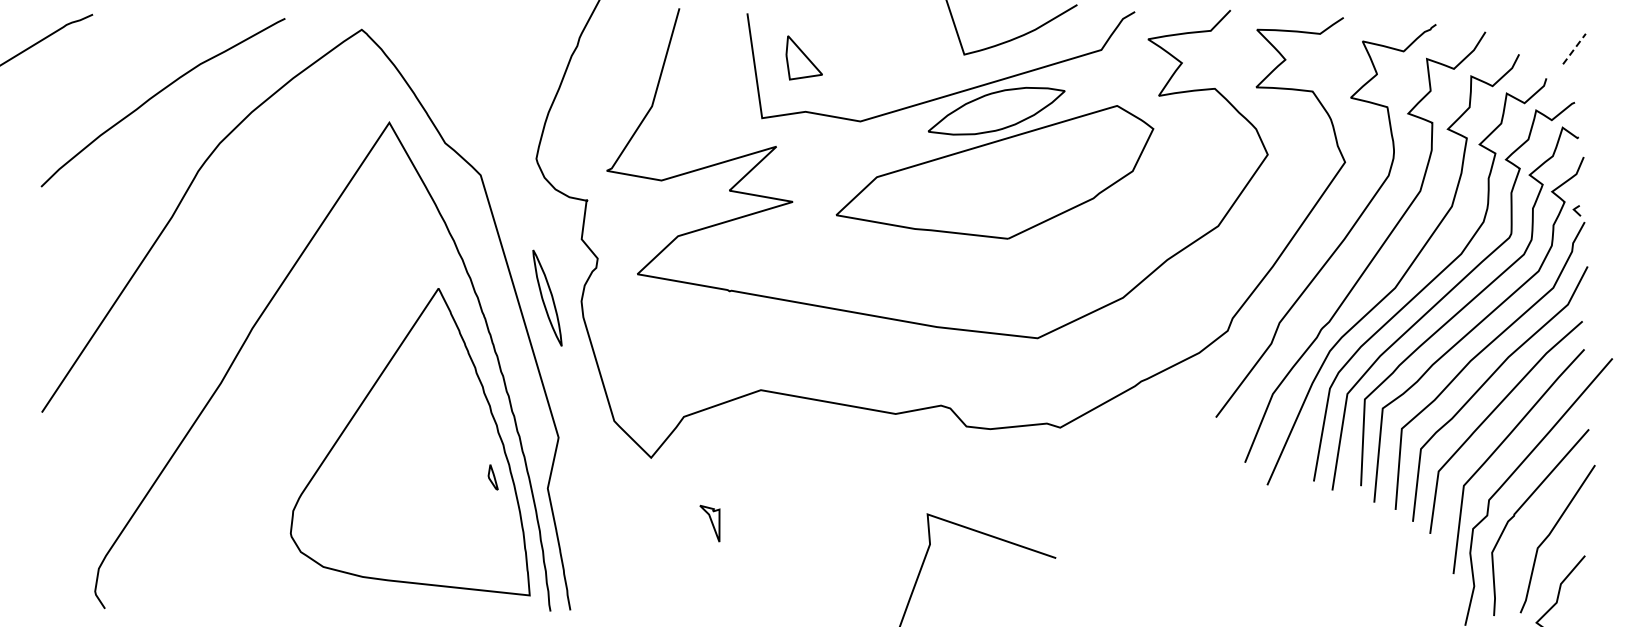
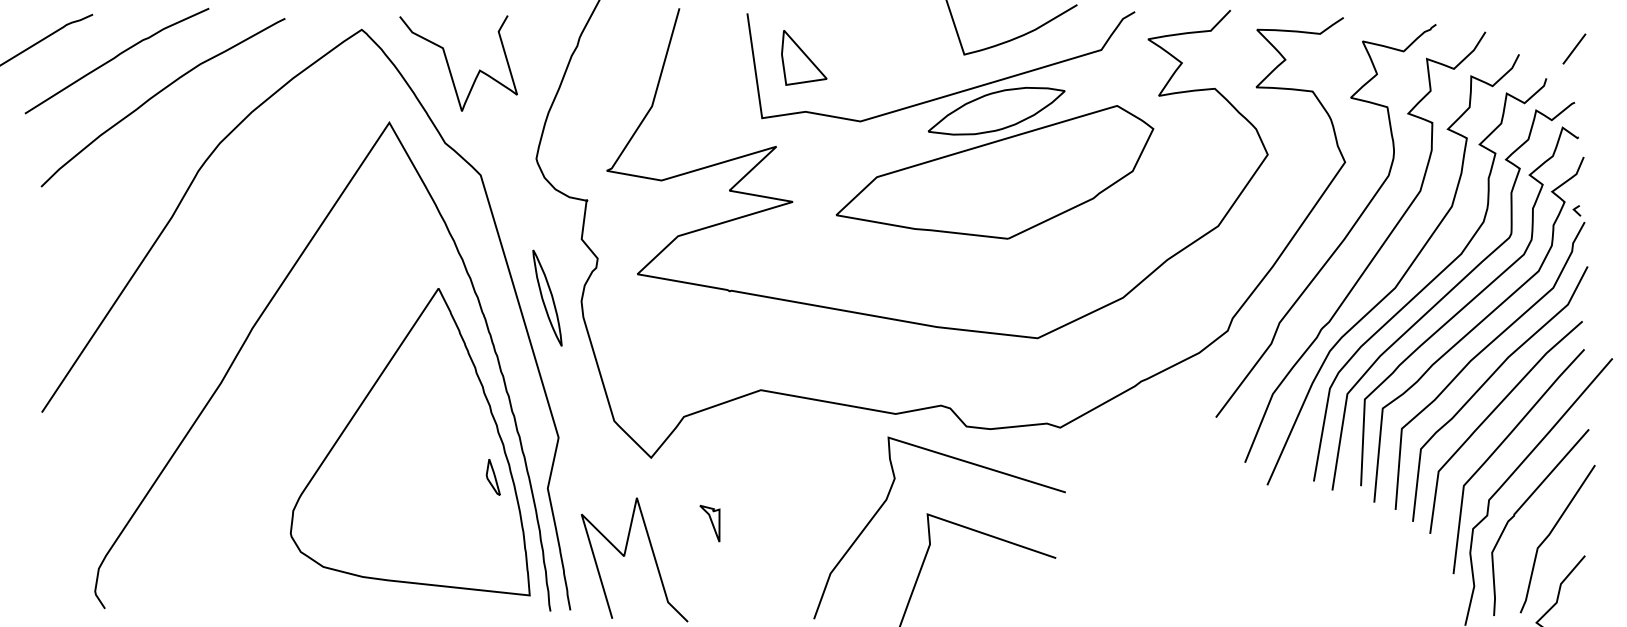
line at (1574, 49): dashed -> solid
part at (803, 57) size: 38x46 px -> 47x56 px
curve at (115, 58): none -> present
curve at (449, 65): none -> present
part at (492, 477) size: 12x27 px -> 16x37 px
curve at (886, 501): none -> present
curve at (625, 555): none -> present
